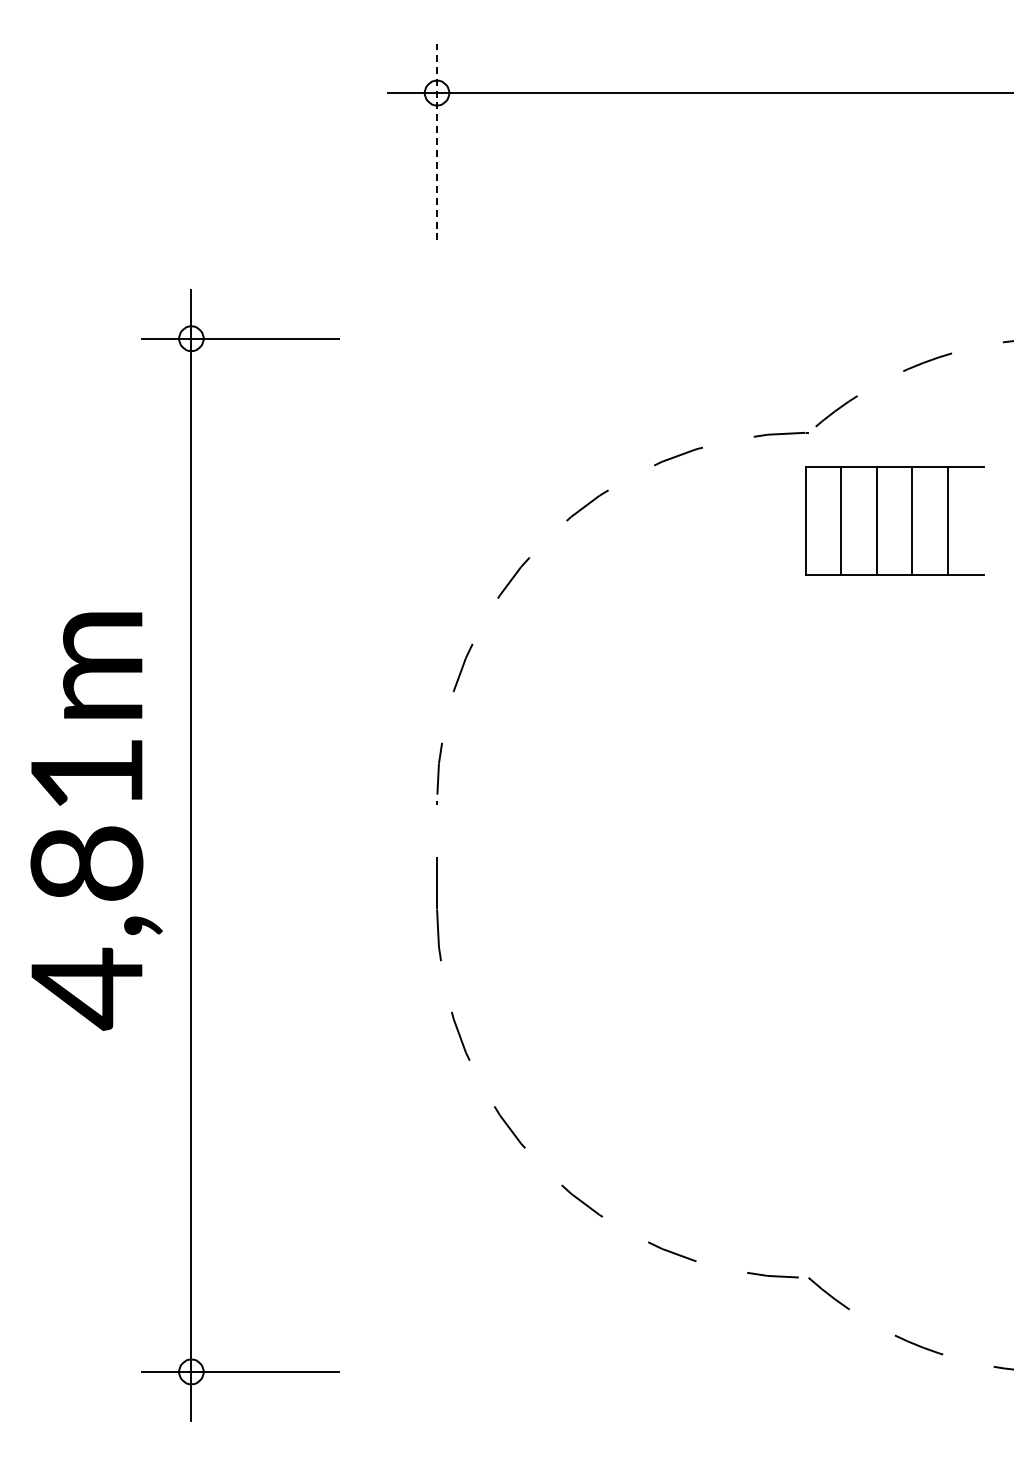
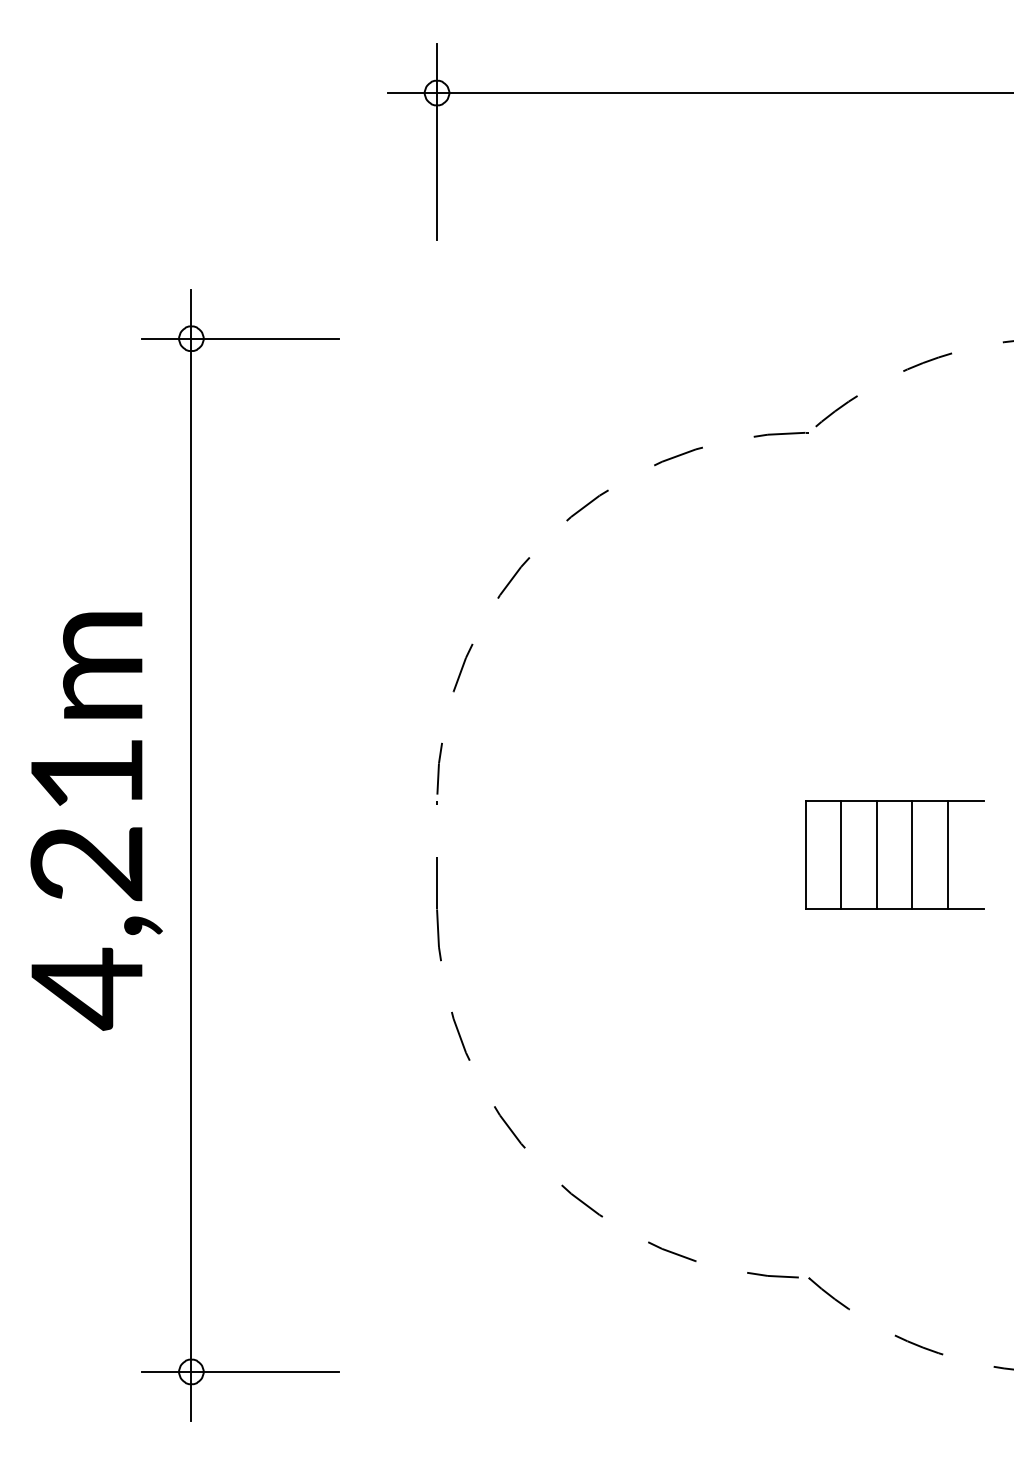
line at (437, 141): dashed -> solid
part at (894, 520) position: (894, 520) -> (894, 854)
text at (86, 863): 4,81m -> 4,21m
